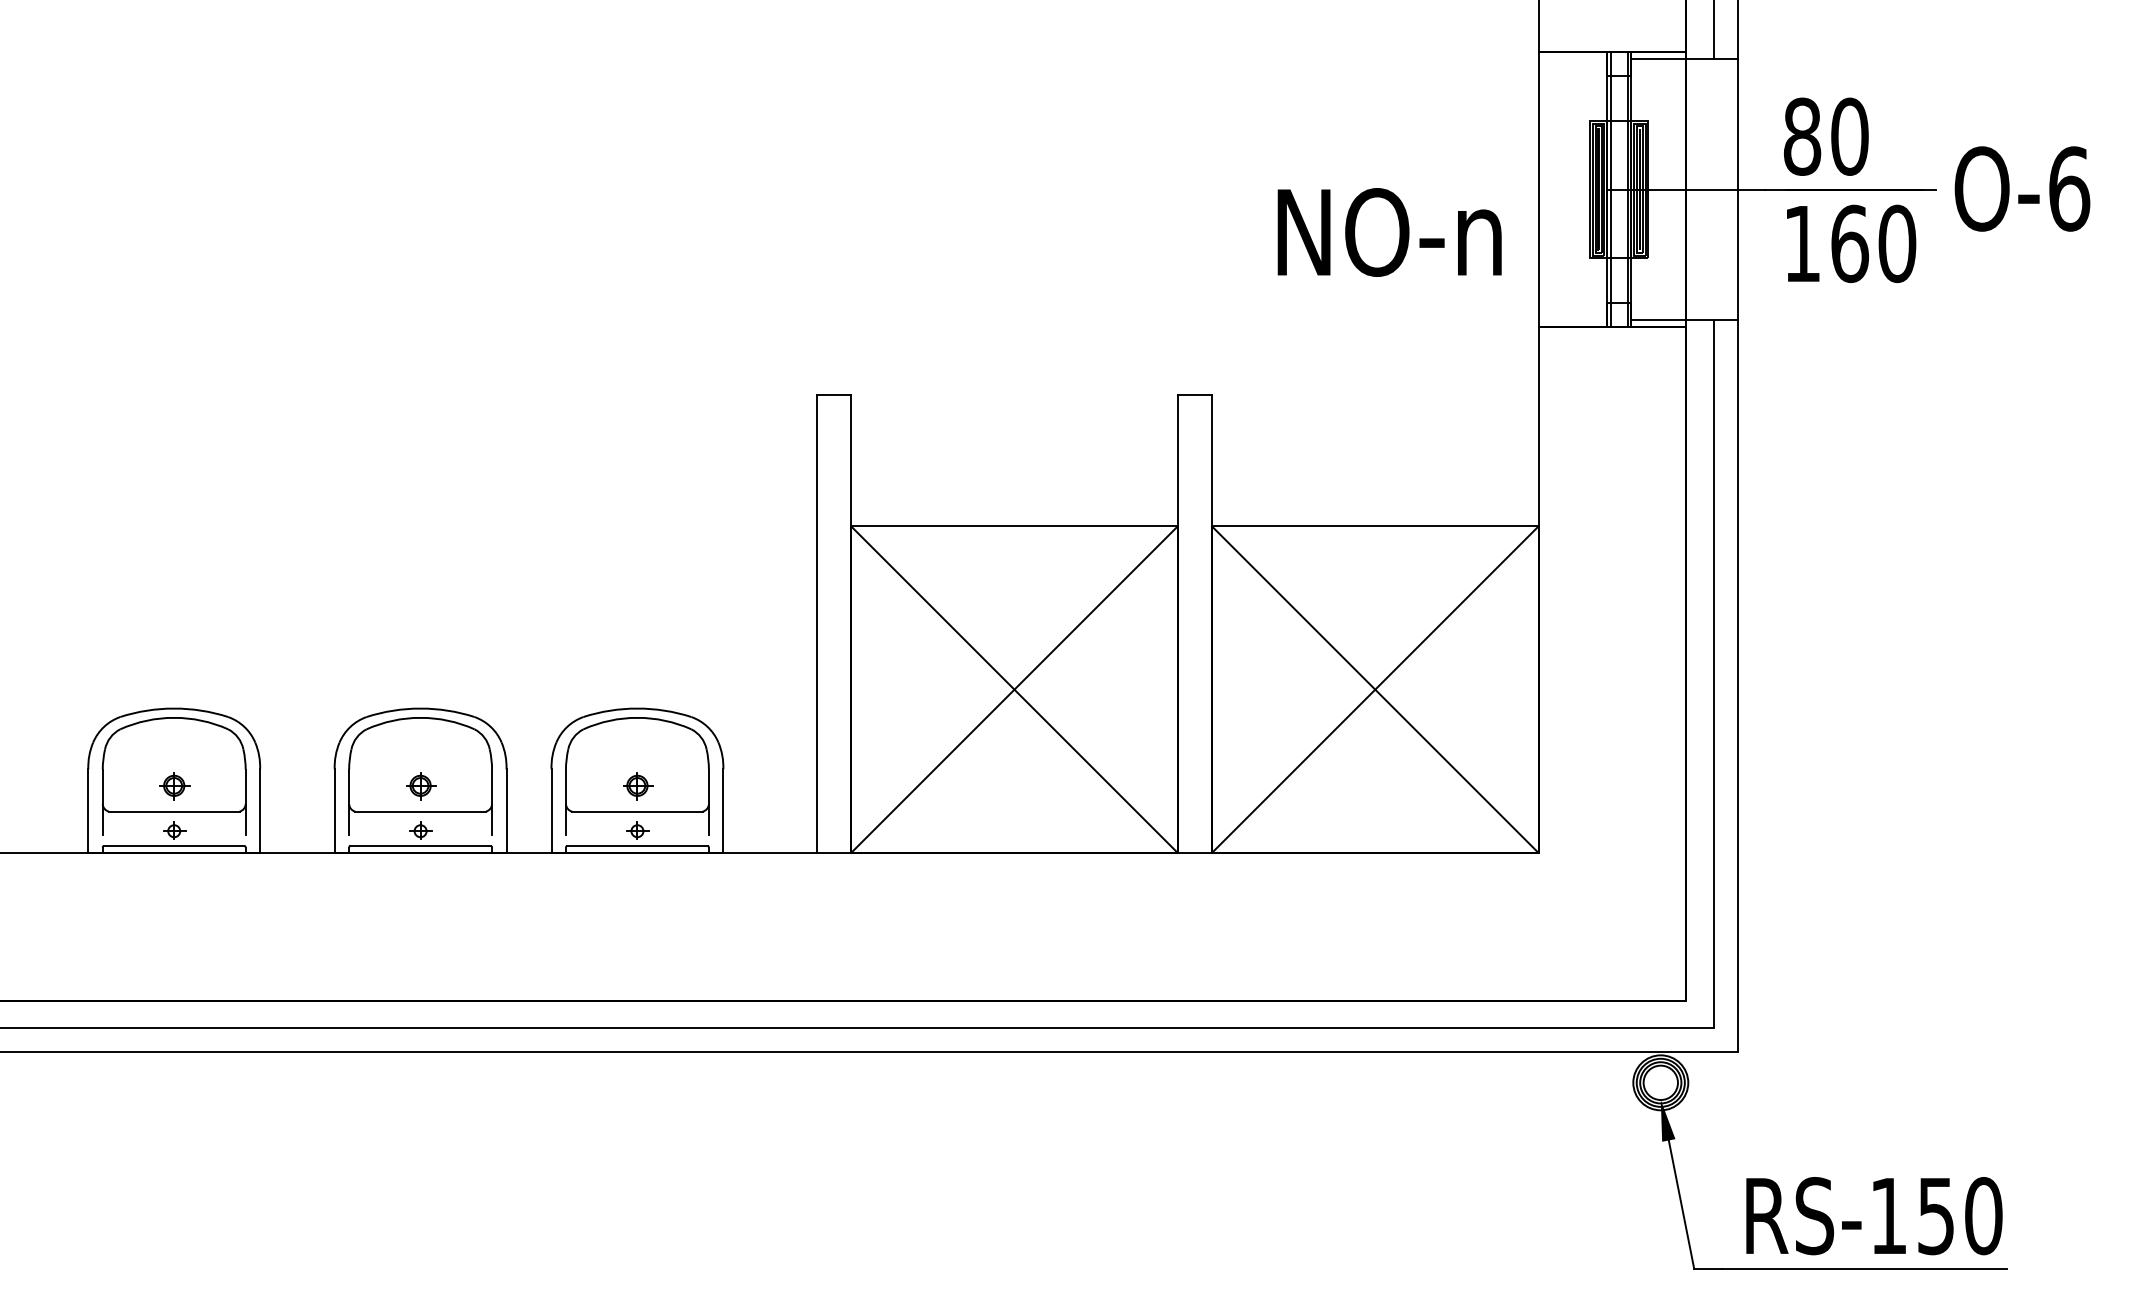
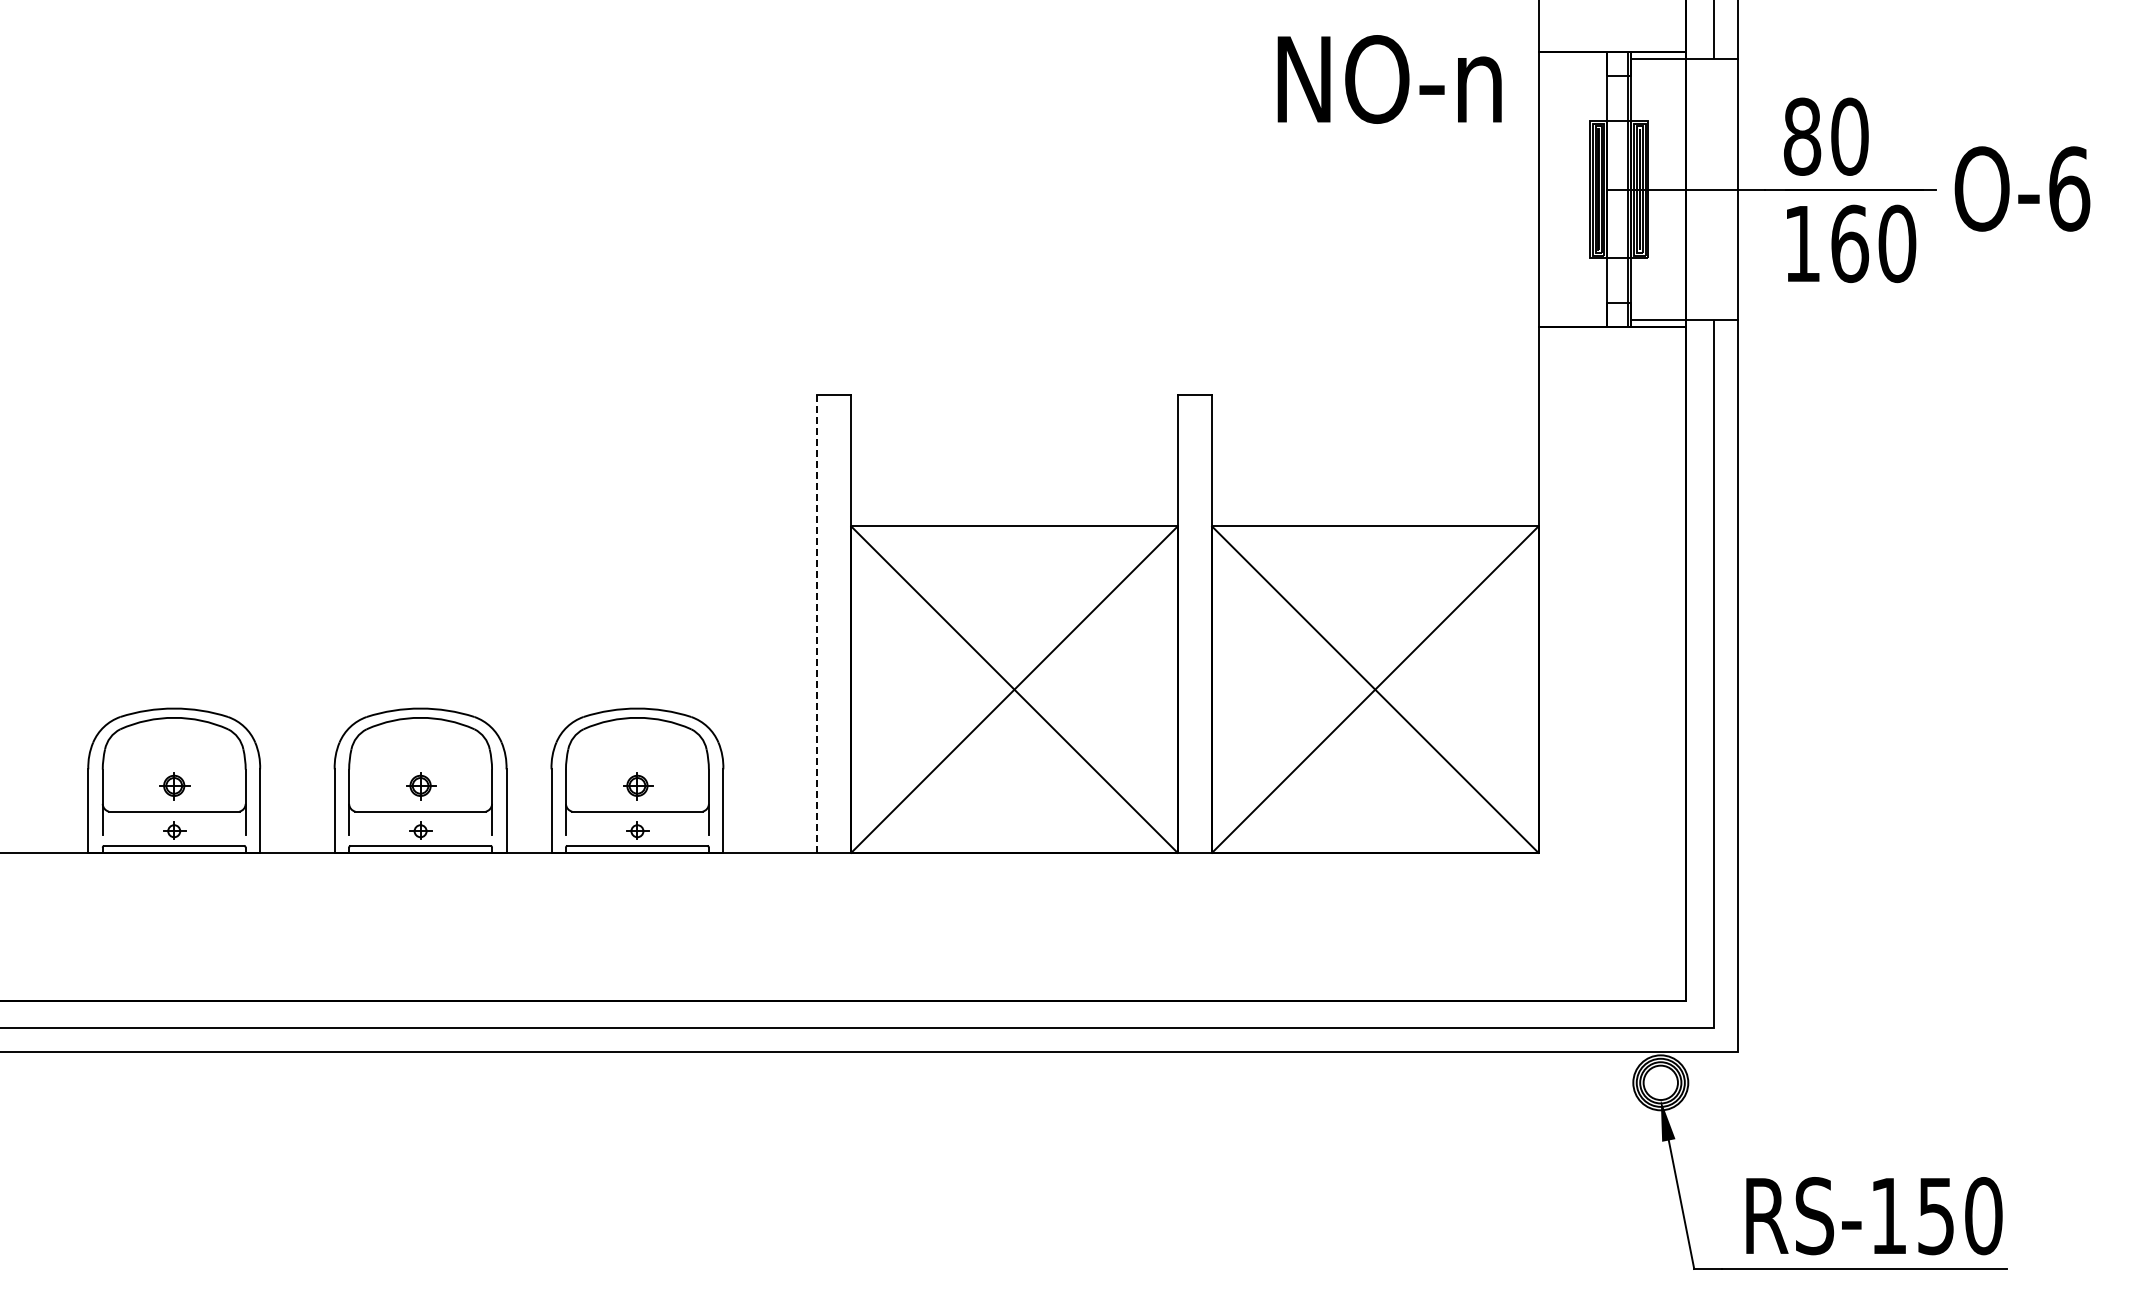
line at (1610, 189): present -> none
text at (1389, 232) position: (1389, 232) -> (1389, 79)
line at (816, 623): solid -> dashed
